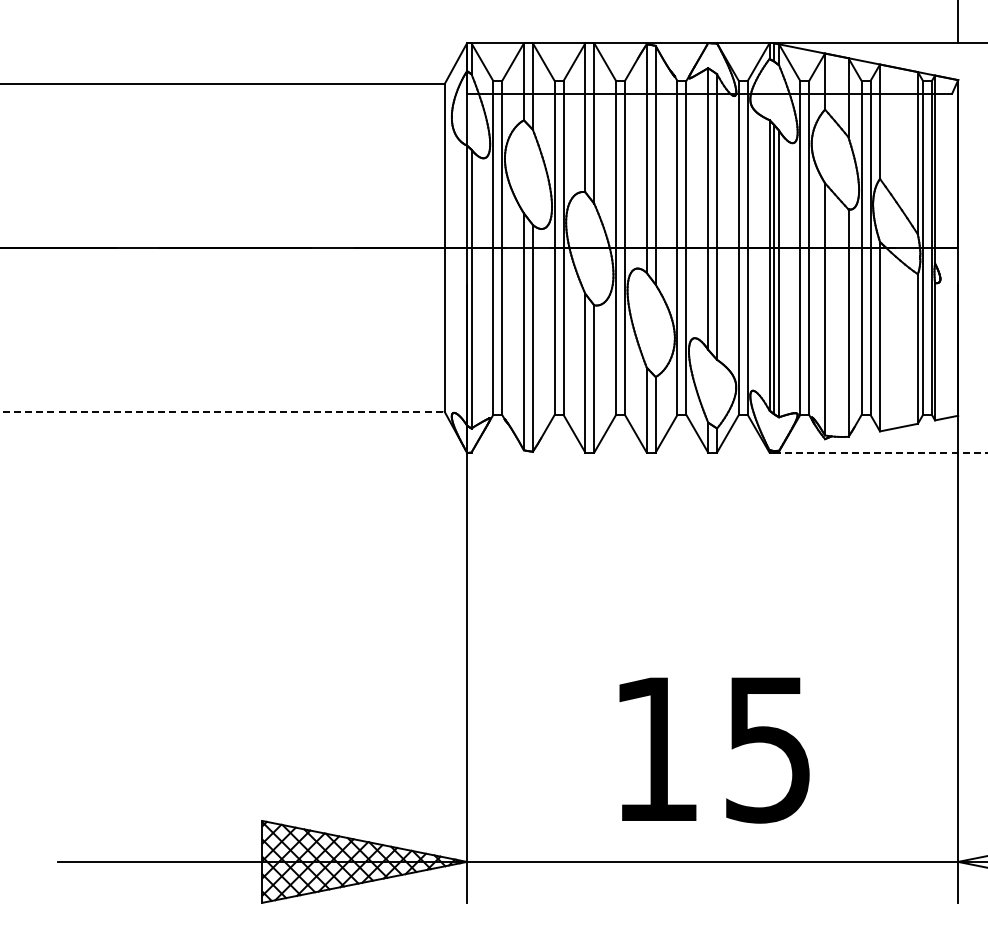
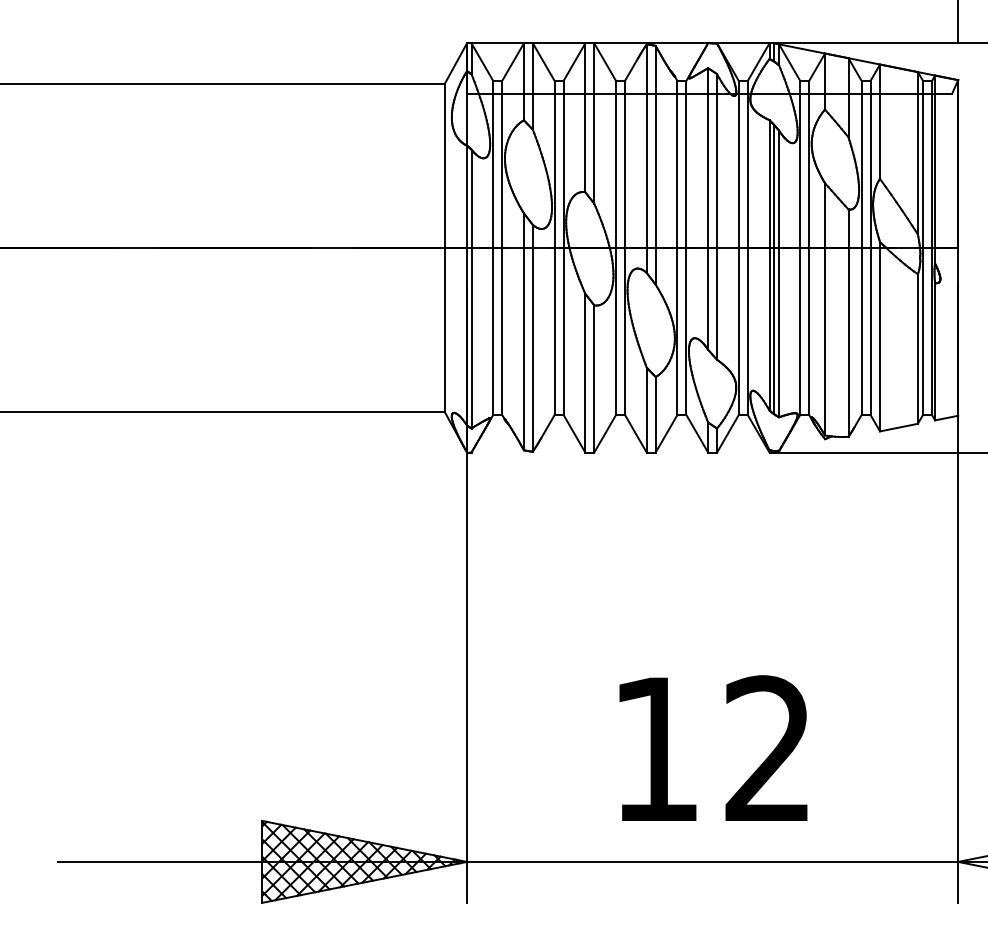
line at (222, 411): dashed -> solid
line at (880, 452): dashed -> solid
text at (767, 749): 15 -> 12
